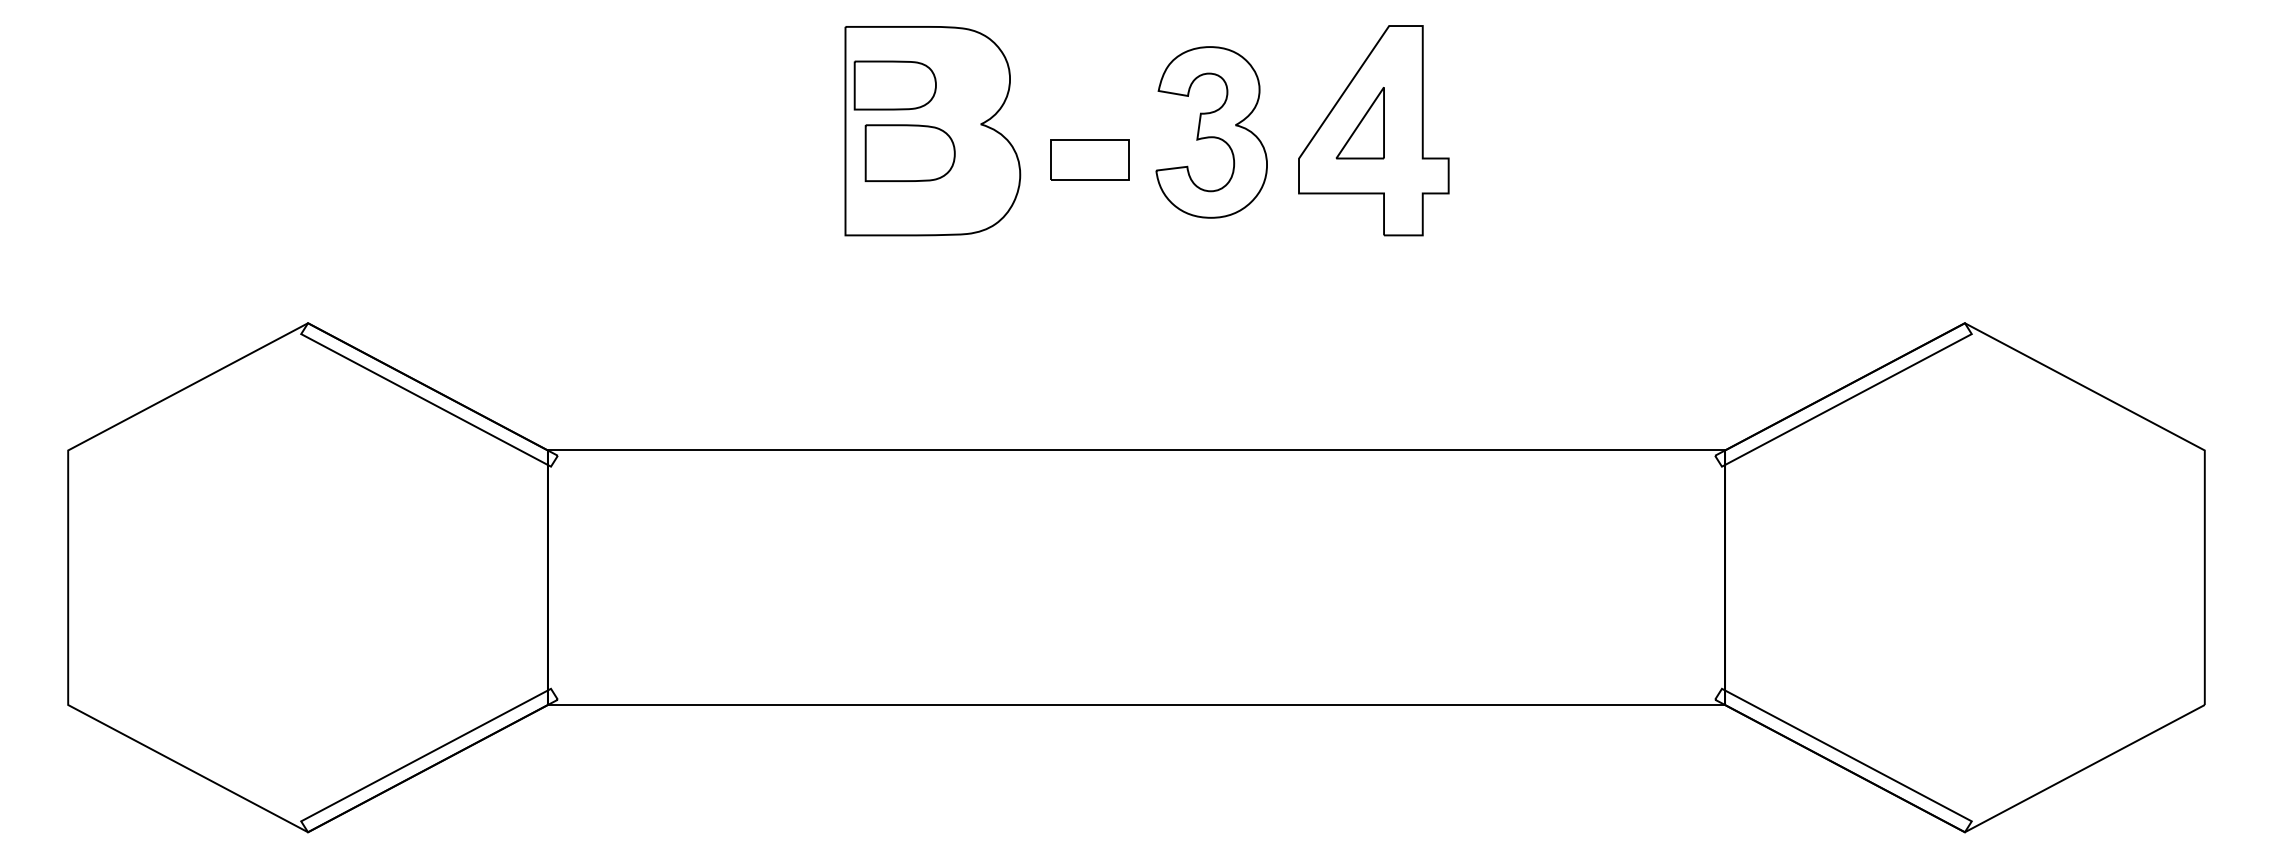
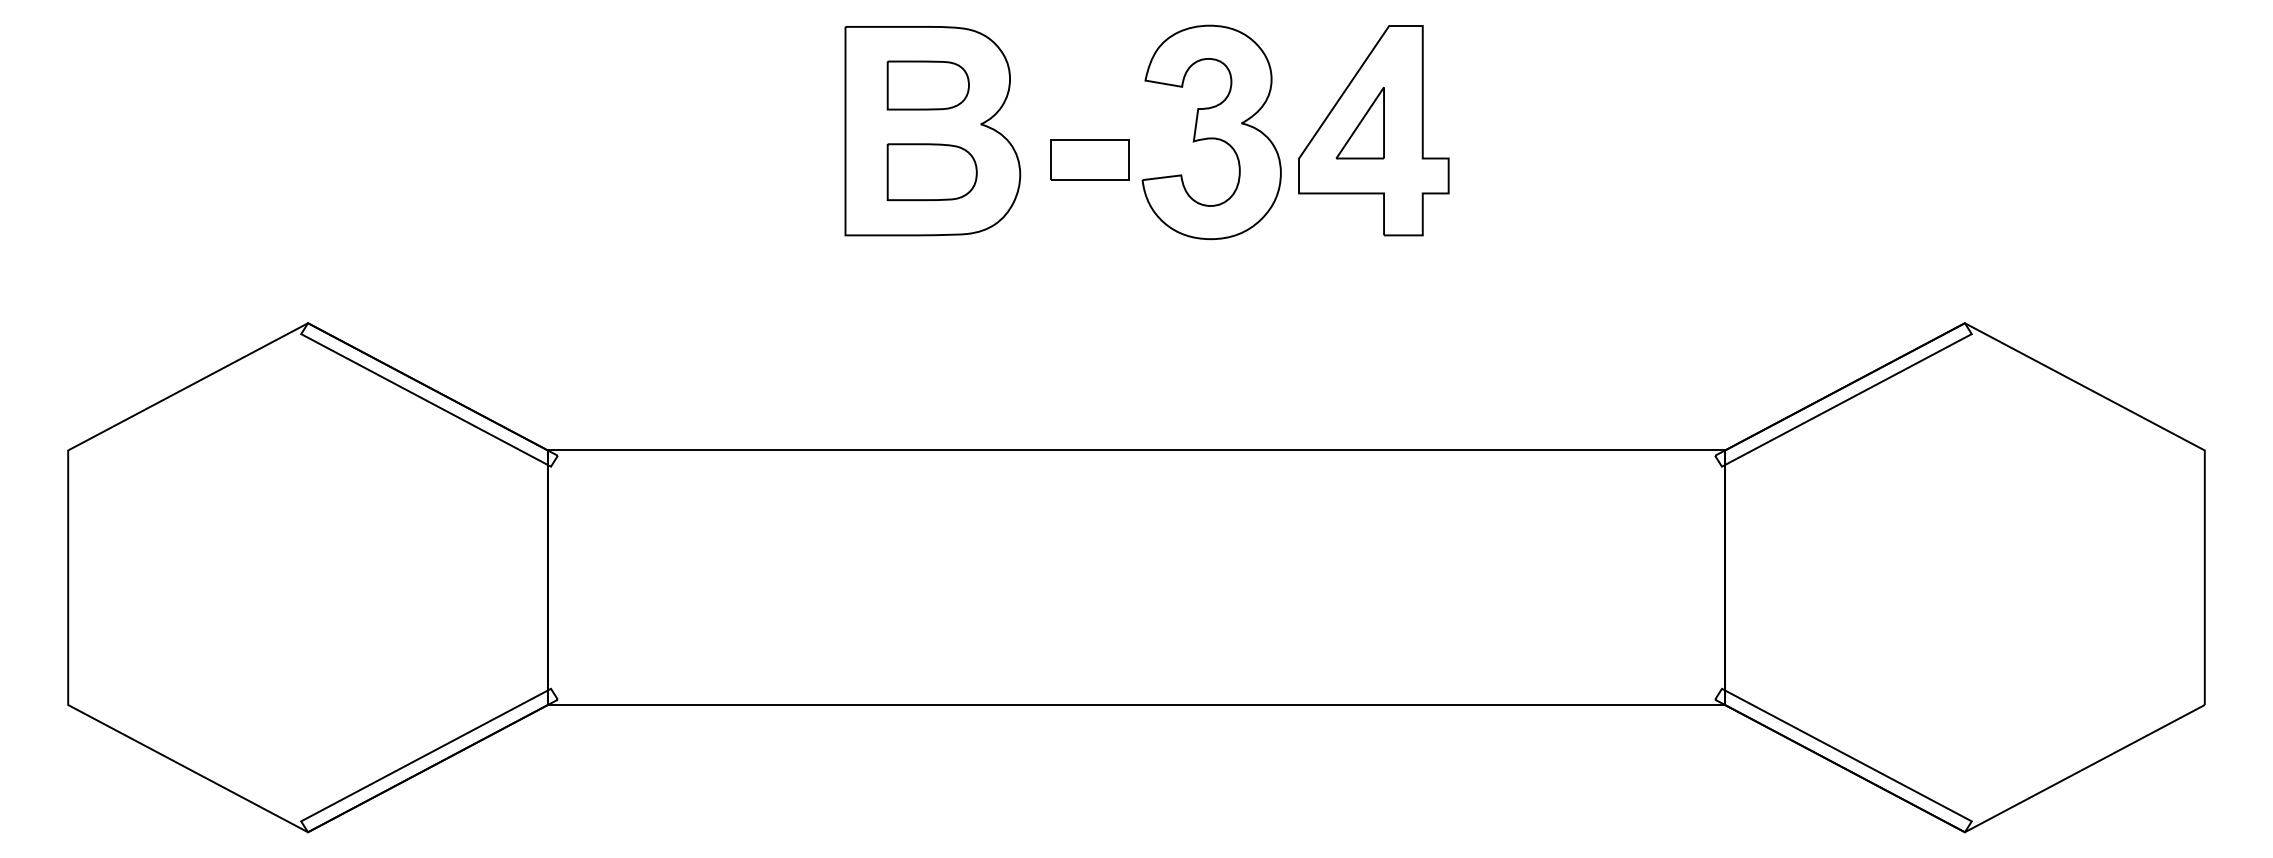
part at (894, 85) position: (894, 85) -> (927, 85)
part at (1211, 132) size: 113x173 px -> 141x217 px
part at (909, 152) position: (909, 152) -> (931, 171)
